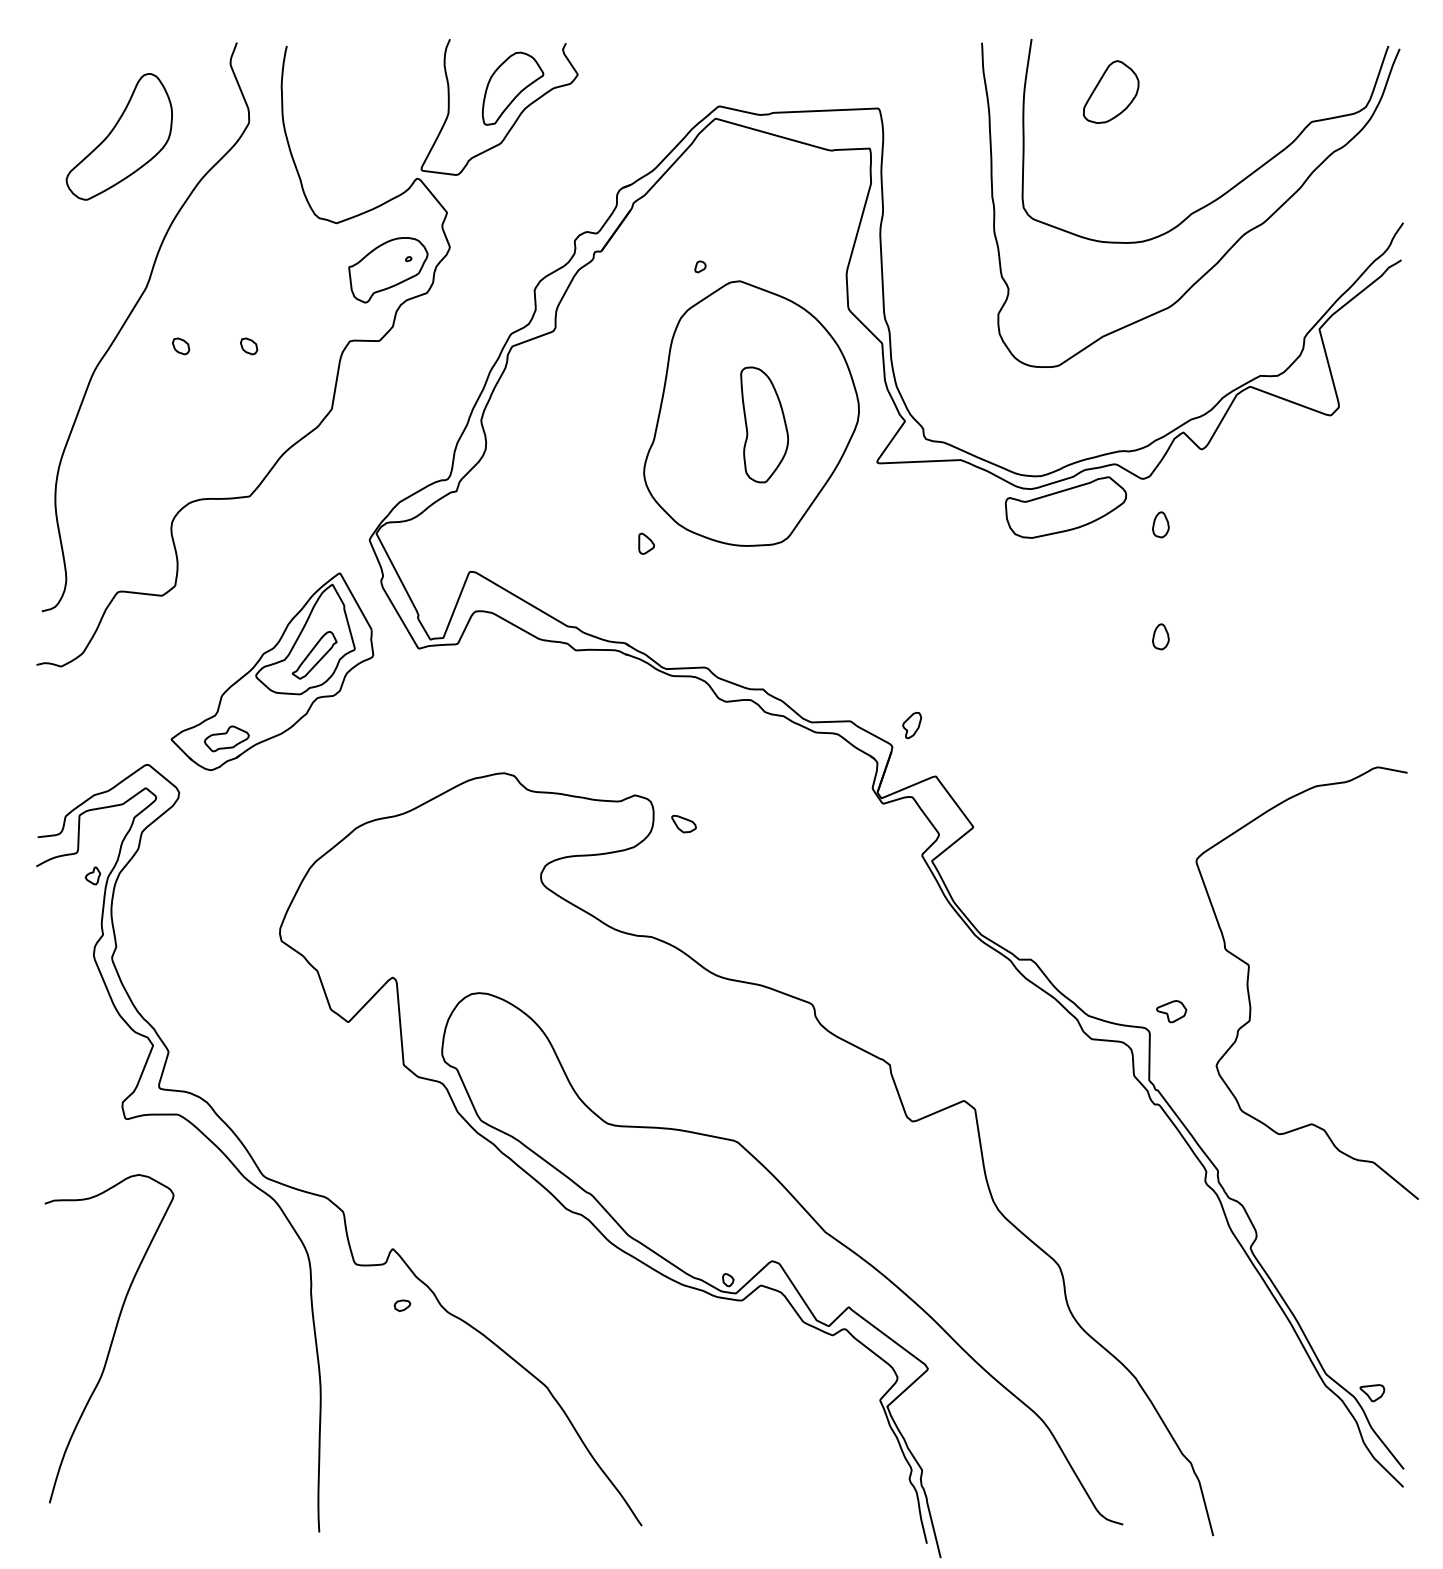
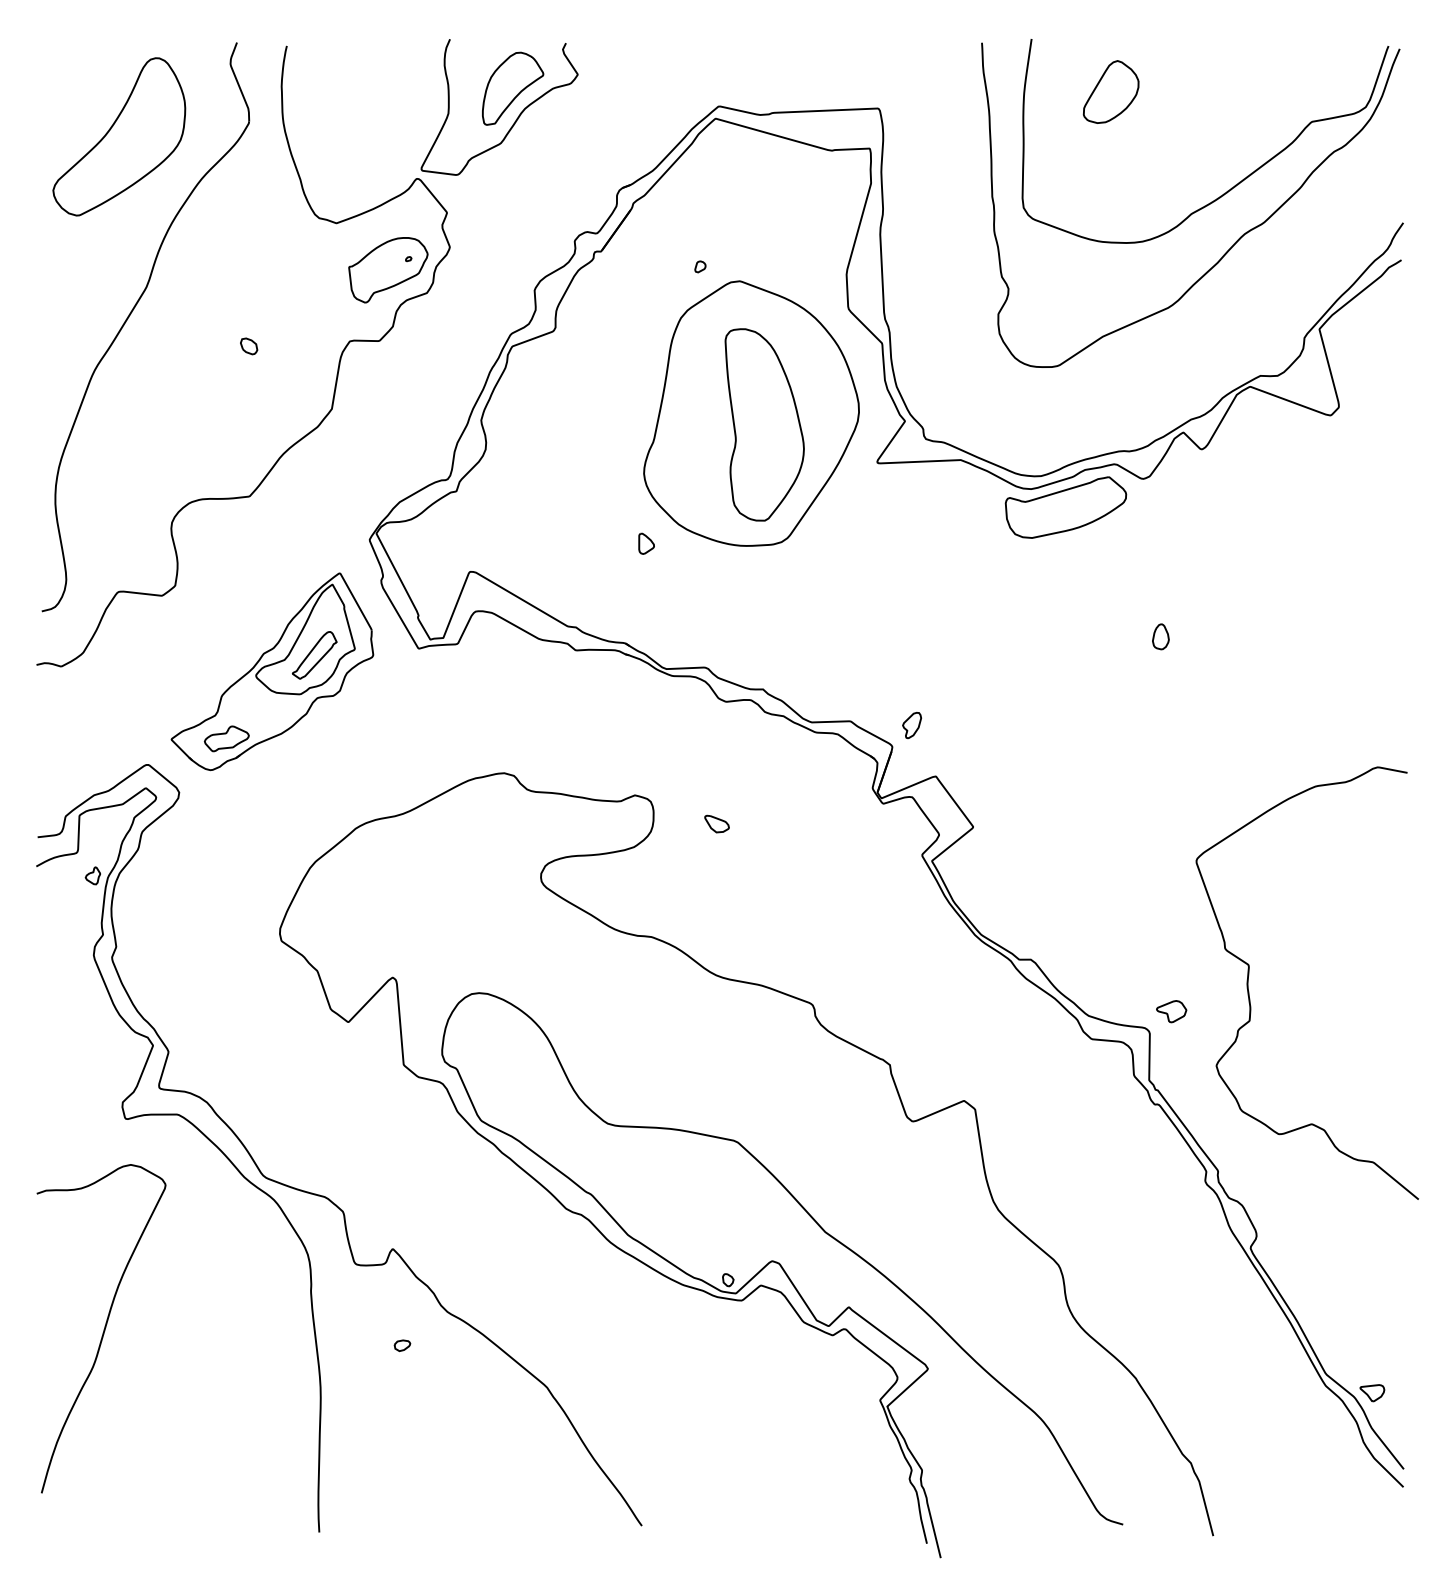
part at (118, 136) size: 108x128 px -> 135x160 px
part at (181, 346): present -> none
part at (764, 424) size: 50x118 px -> 81x194 px
part at (1160, 524): present -> none
part at (683, 823) position: (683, 823) -> (716, 823)
part at (402, 1305) position: (402, 1305) -> (402, 1345)
curve at (111, 1339) position: (111, 1339) -> (103, 1329)
